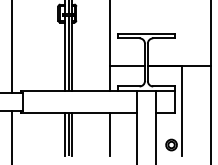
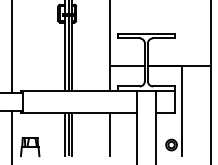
part at (30, 147): none -> present
